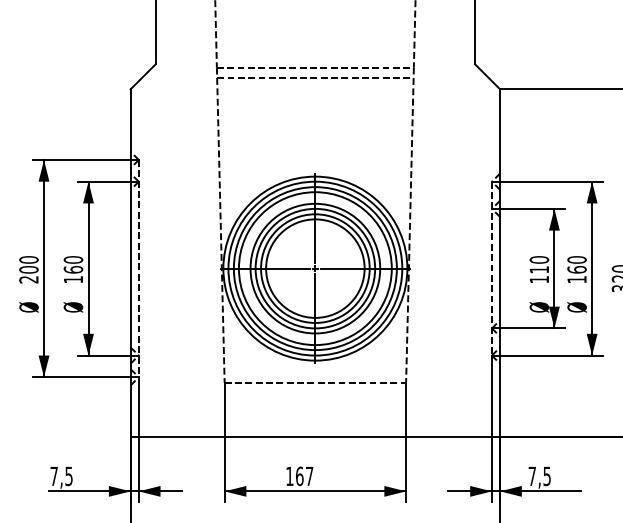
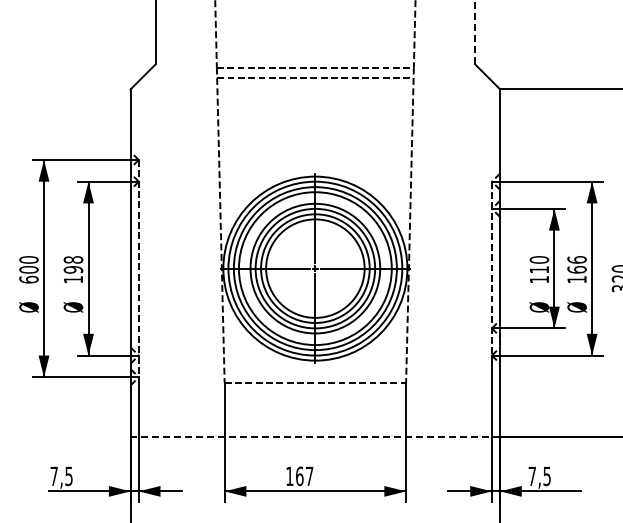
line at (475, 32): solid -> dashed
text at (576, 259): 160 -> 166
text at (73, 264): 160 -> 198
text at (28, 279): 200 -> 600
line at (315, 437): solid -> dashed
